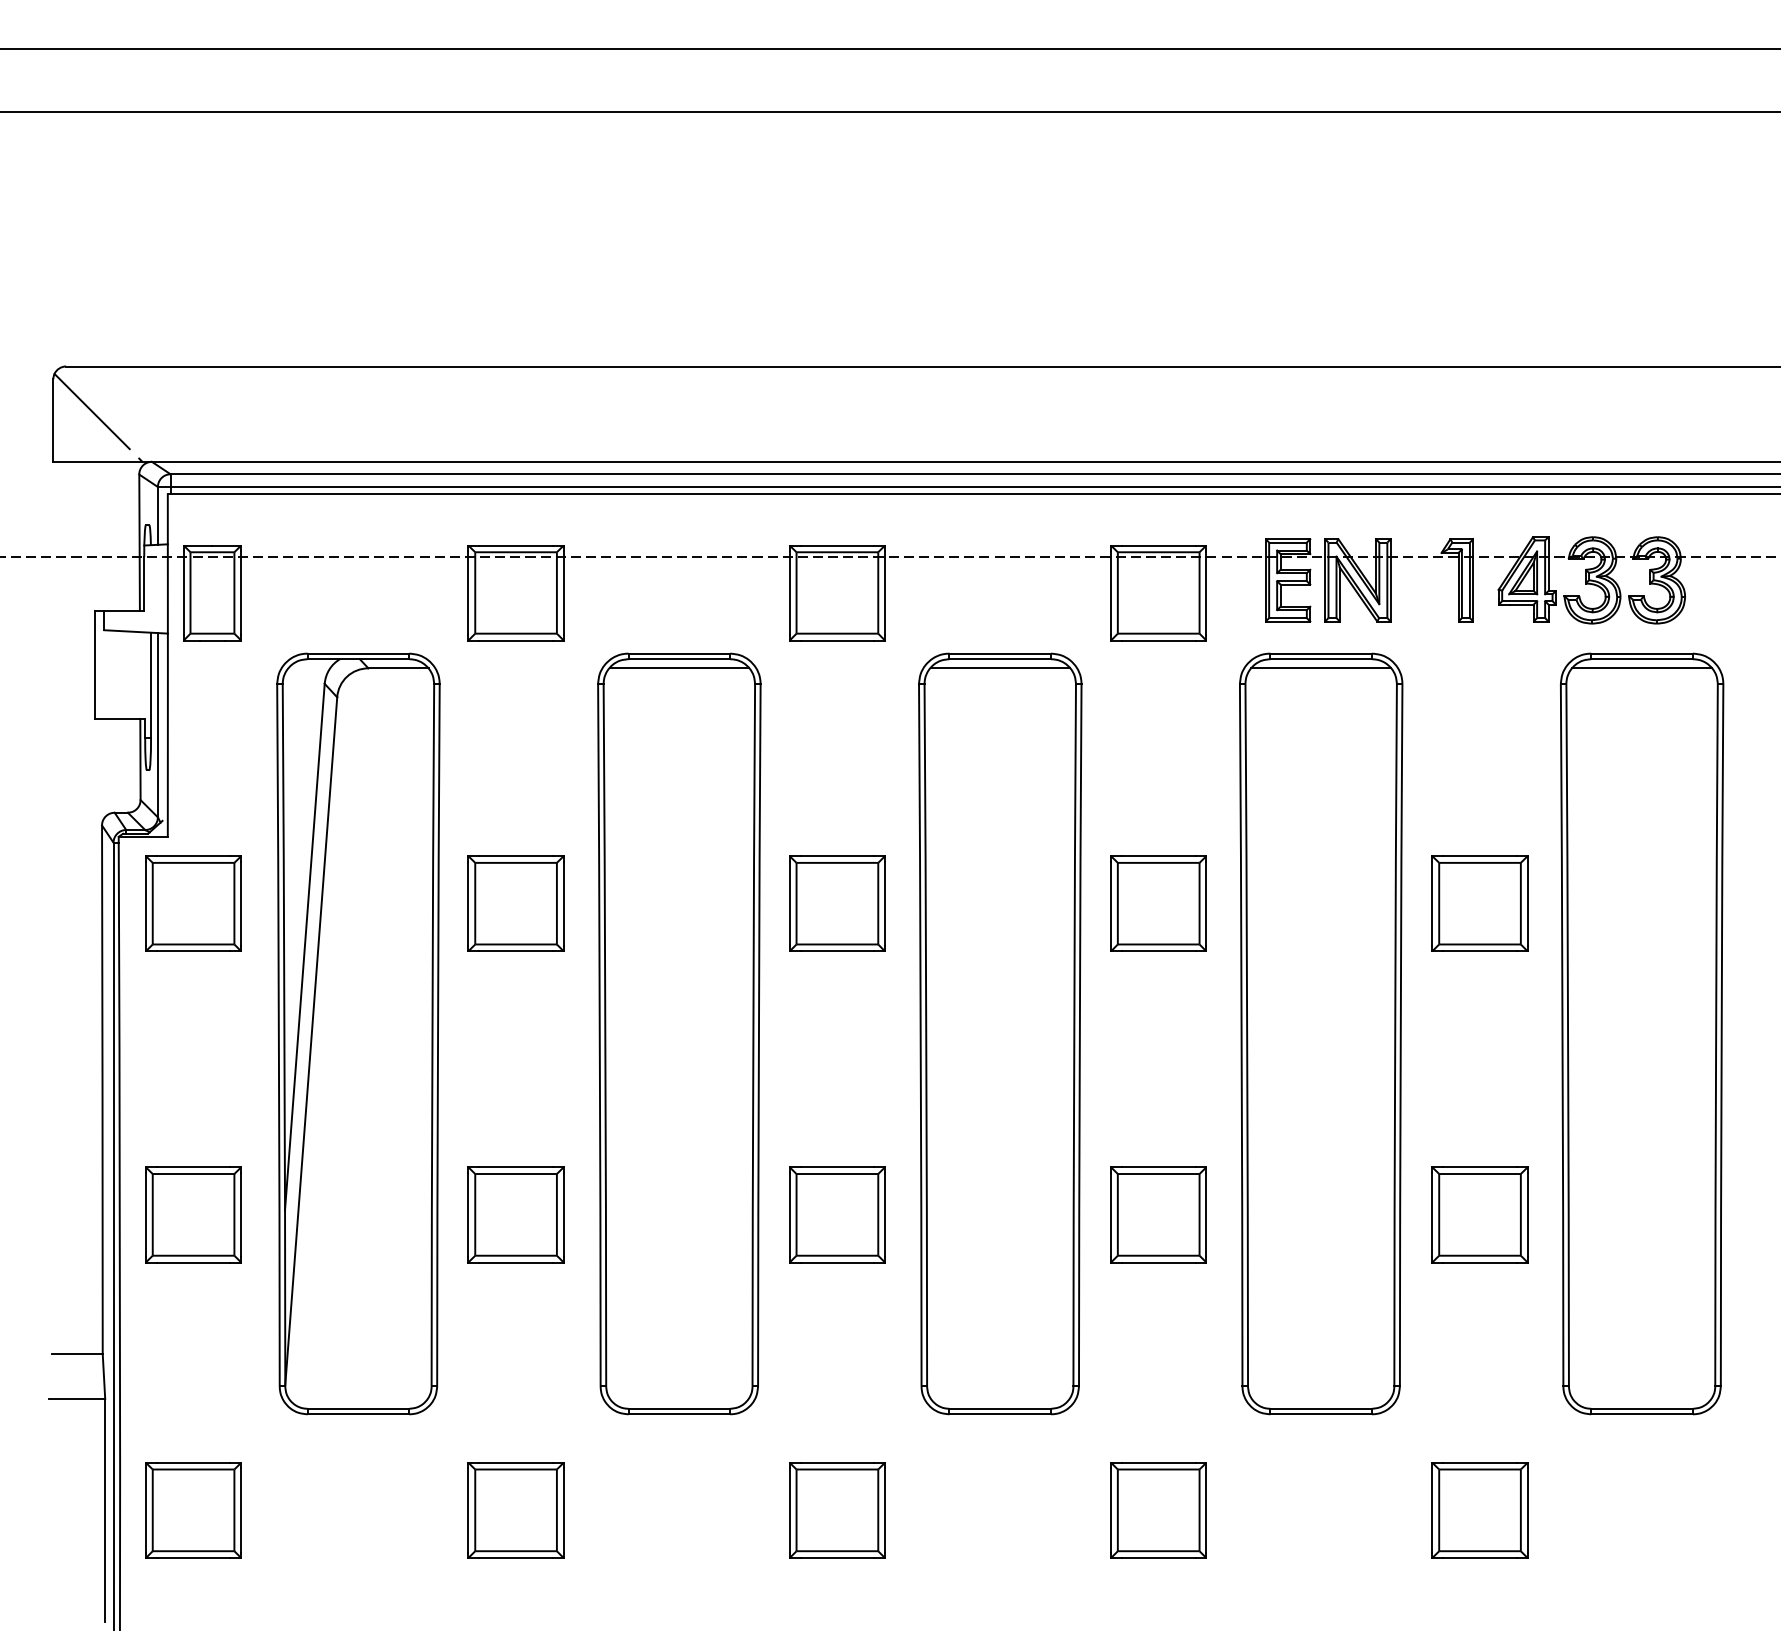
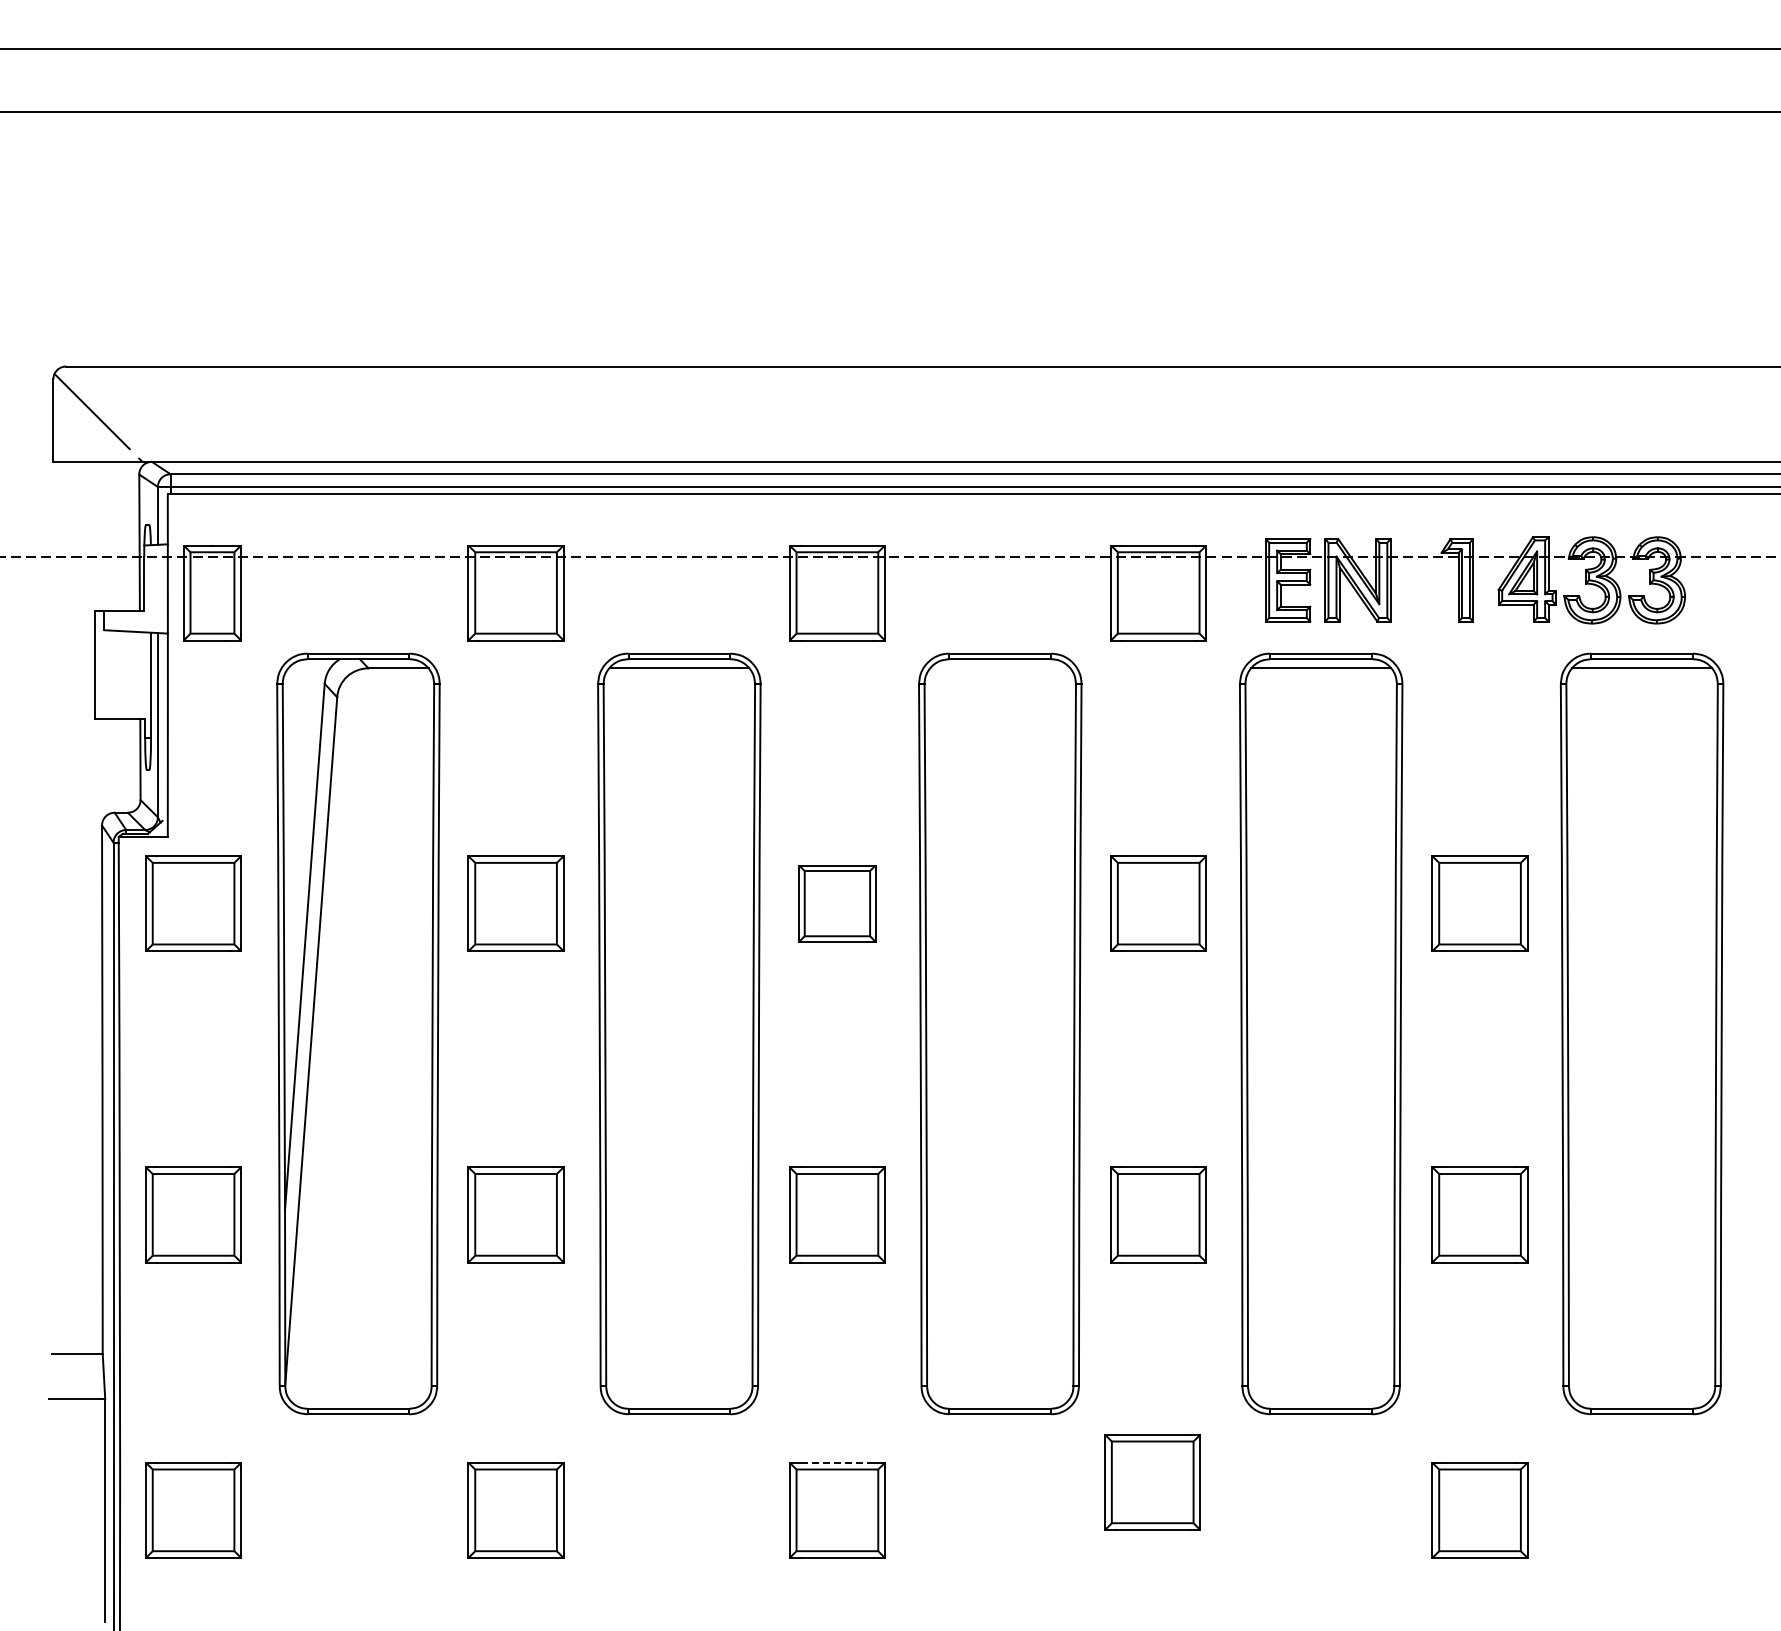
line at (1000, 668): present -> none
part at (837, 903) size: 97x97 px -> 79x78 px
line at (837, 1462): solid -> dashed
part at (1158, 1510) position: (1158, 1510) -> (1152, 1482)
